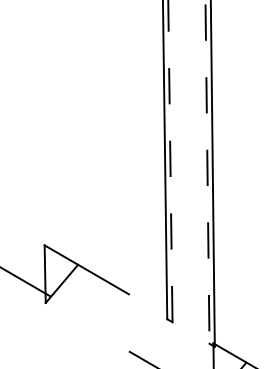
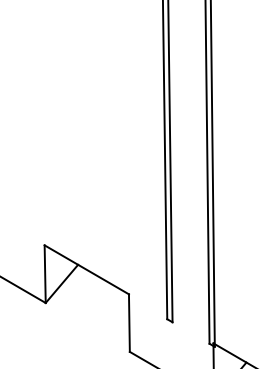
line at (170, 161): dashed -> solid
line at (207, 172): dashed -> solid
line at (25, 281) position: (25, 281) -> (23, 289)
line at (128, 322): none -> present
